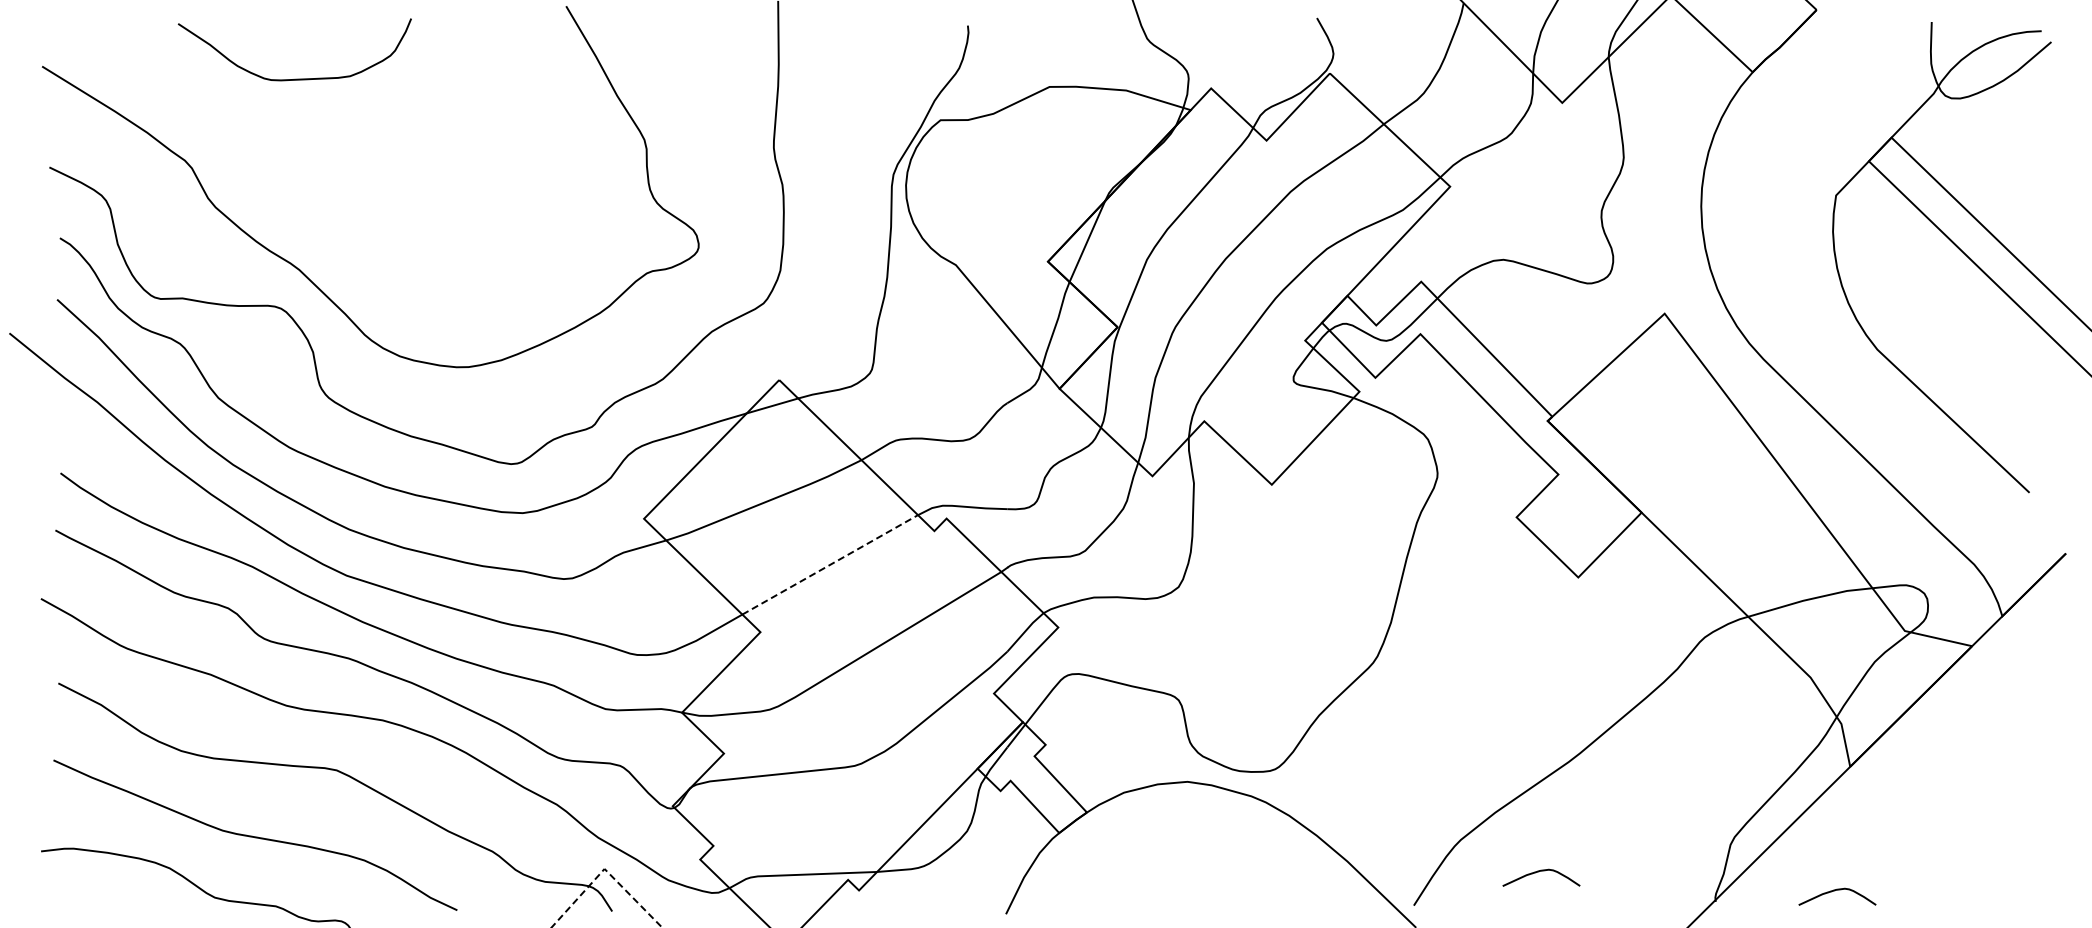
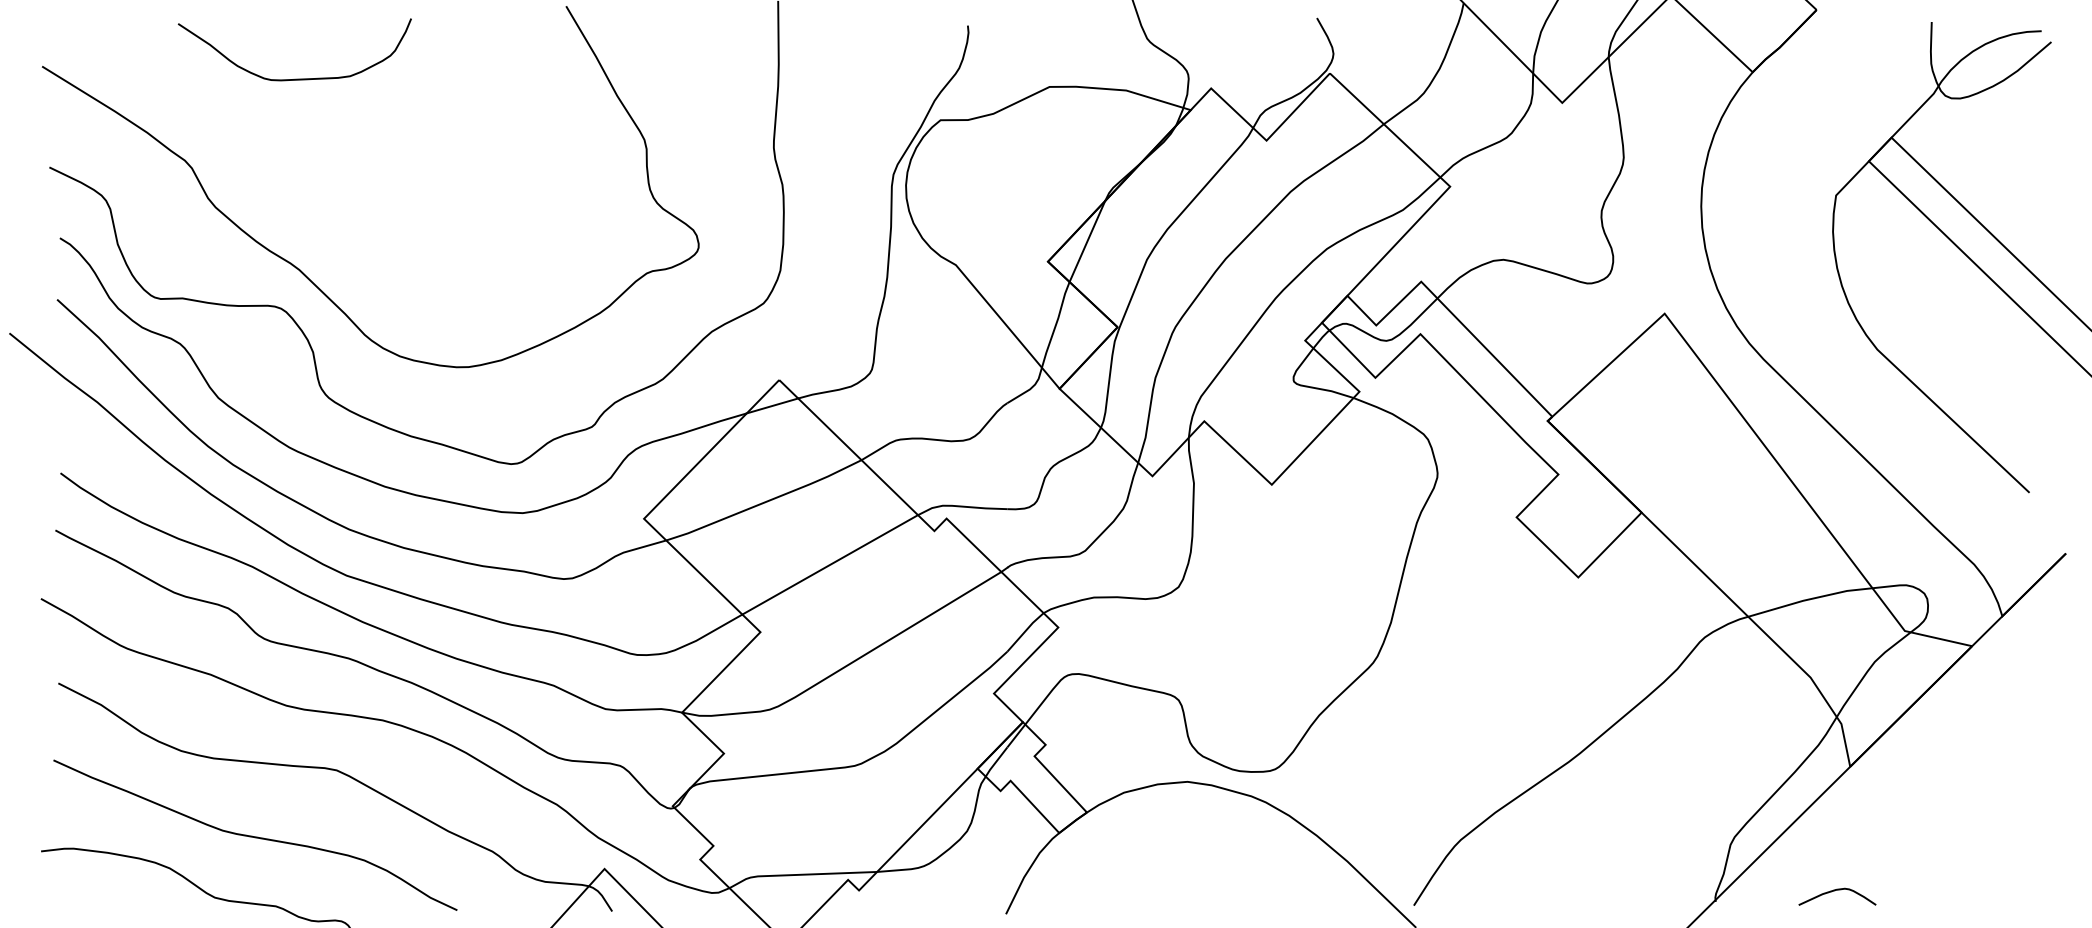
line at (830, 564): dashed -> solid
line at (605, 869): dashed -> solid
curve at (1538, 872): present -> none
